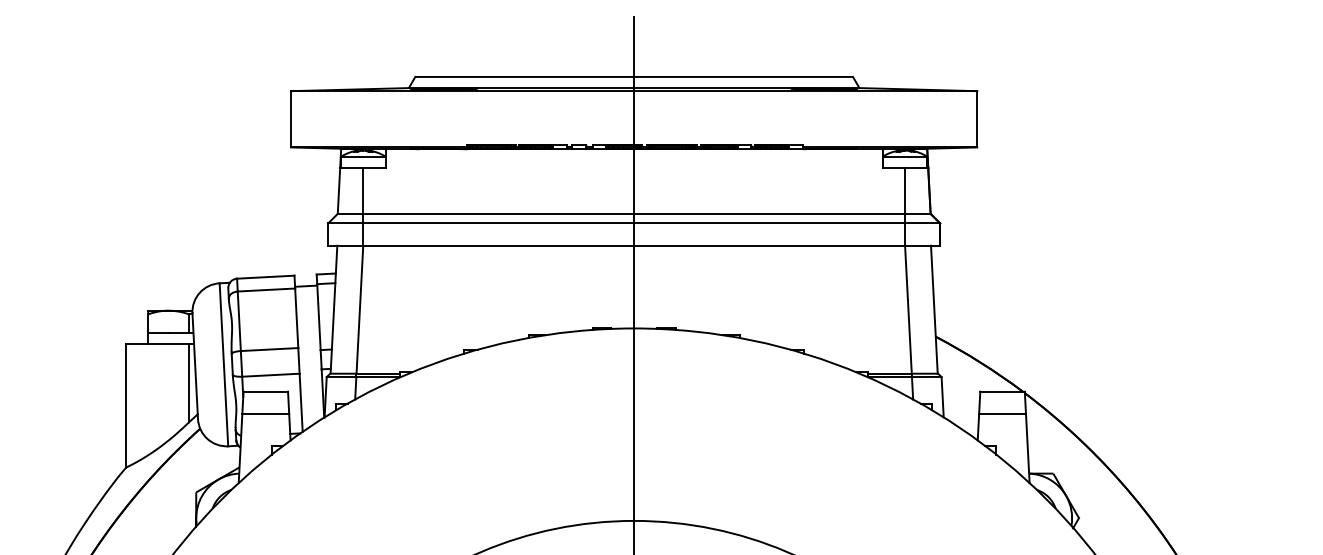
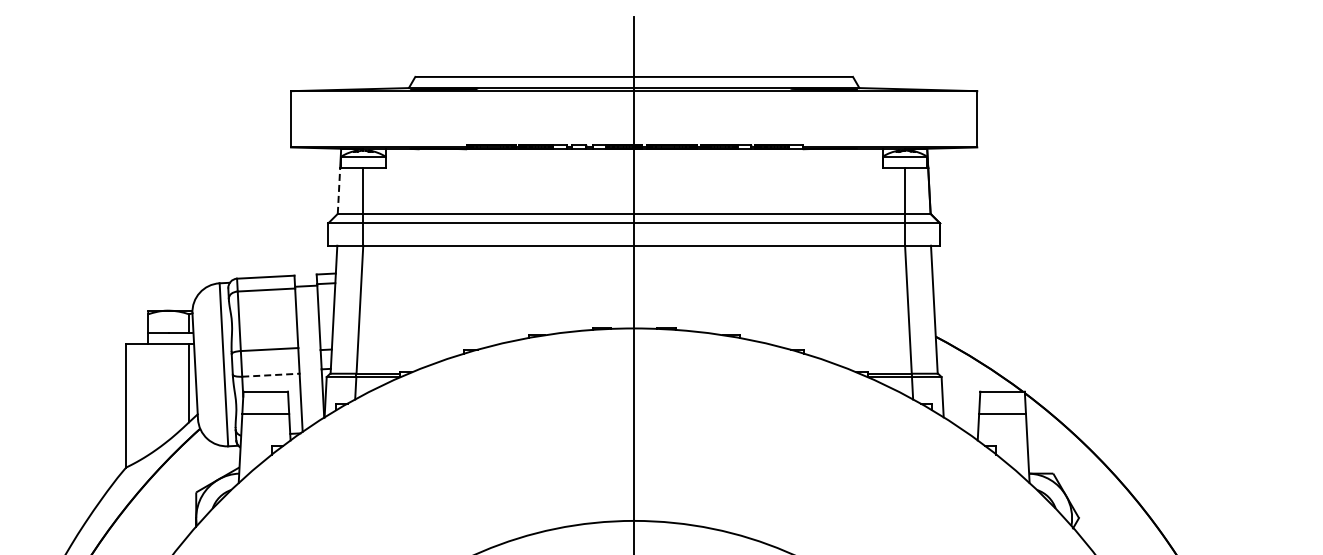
line at (339, 190): solid -> dashed
line at (270, 375): solid -> dashed
